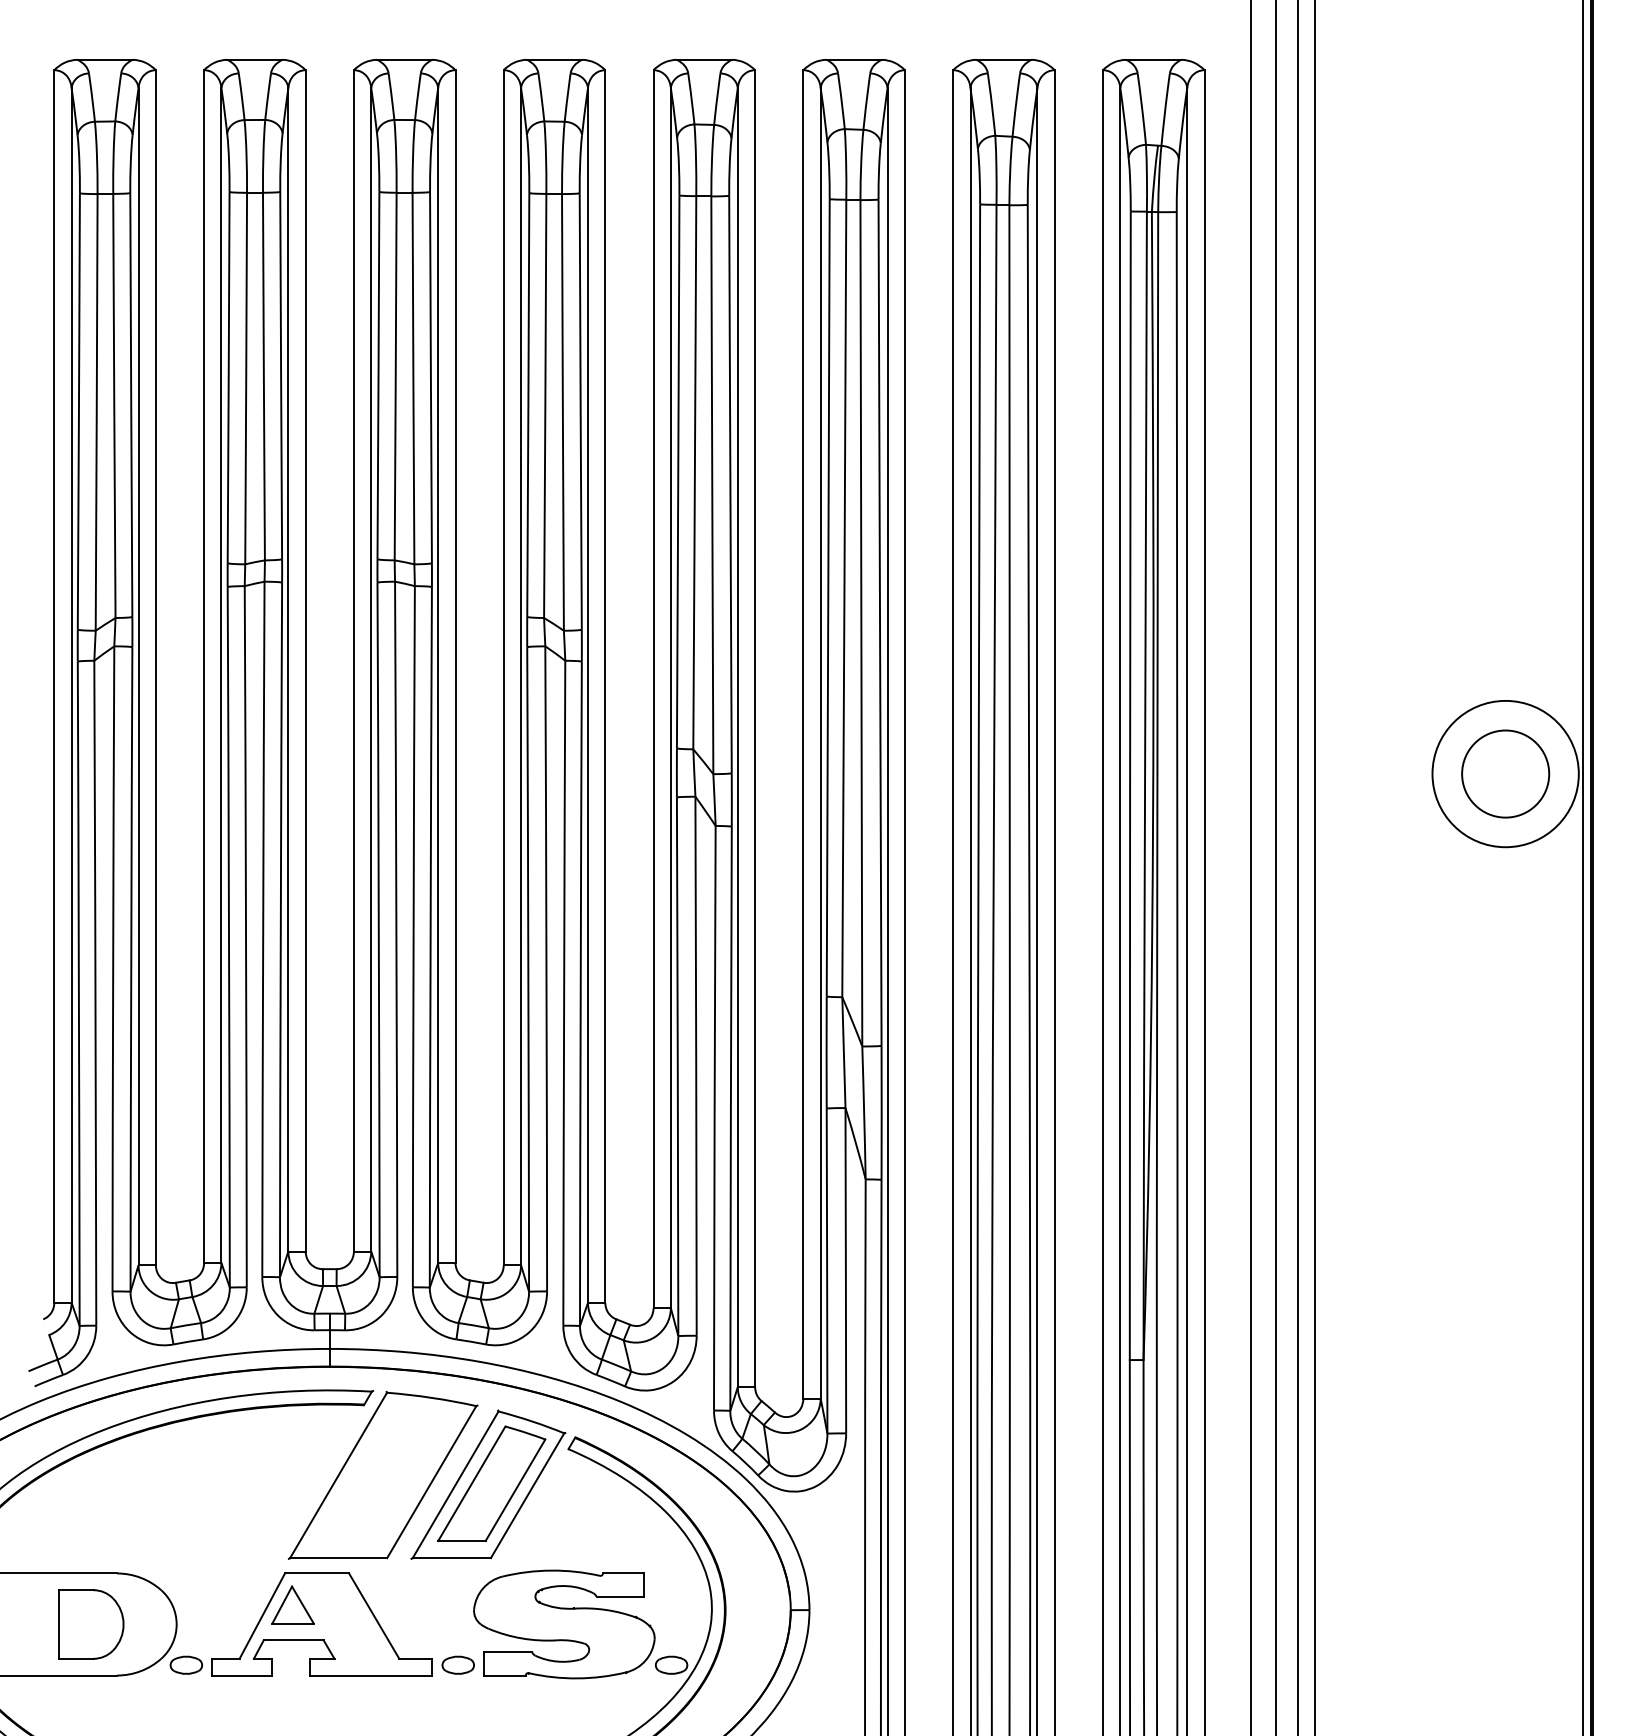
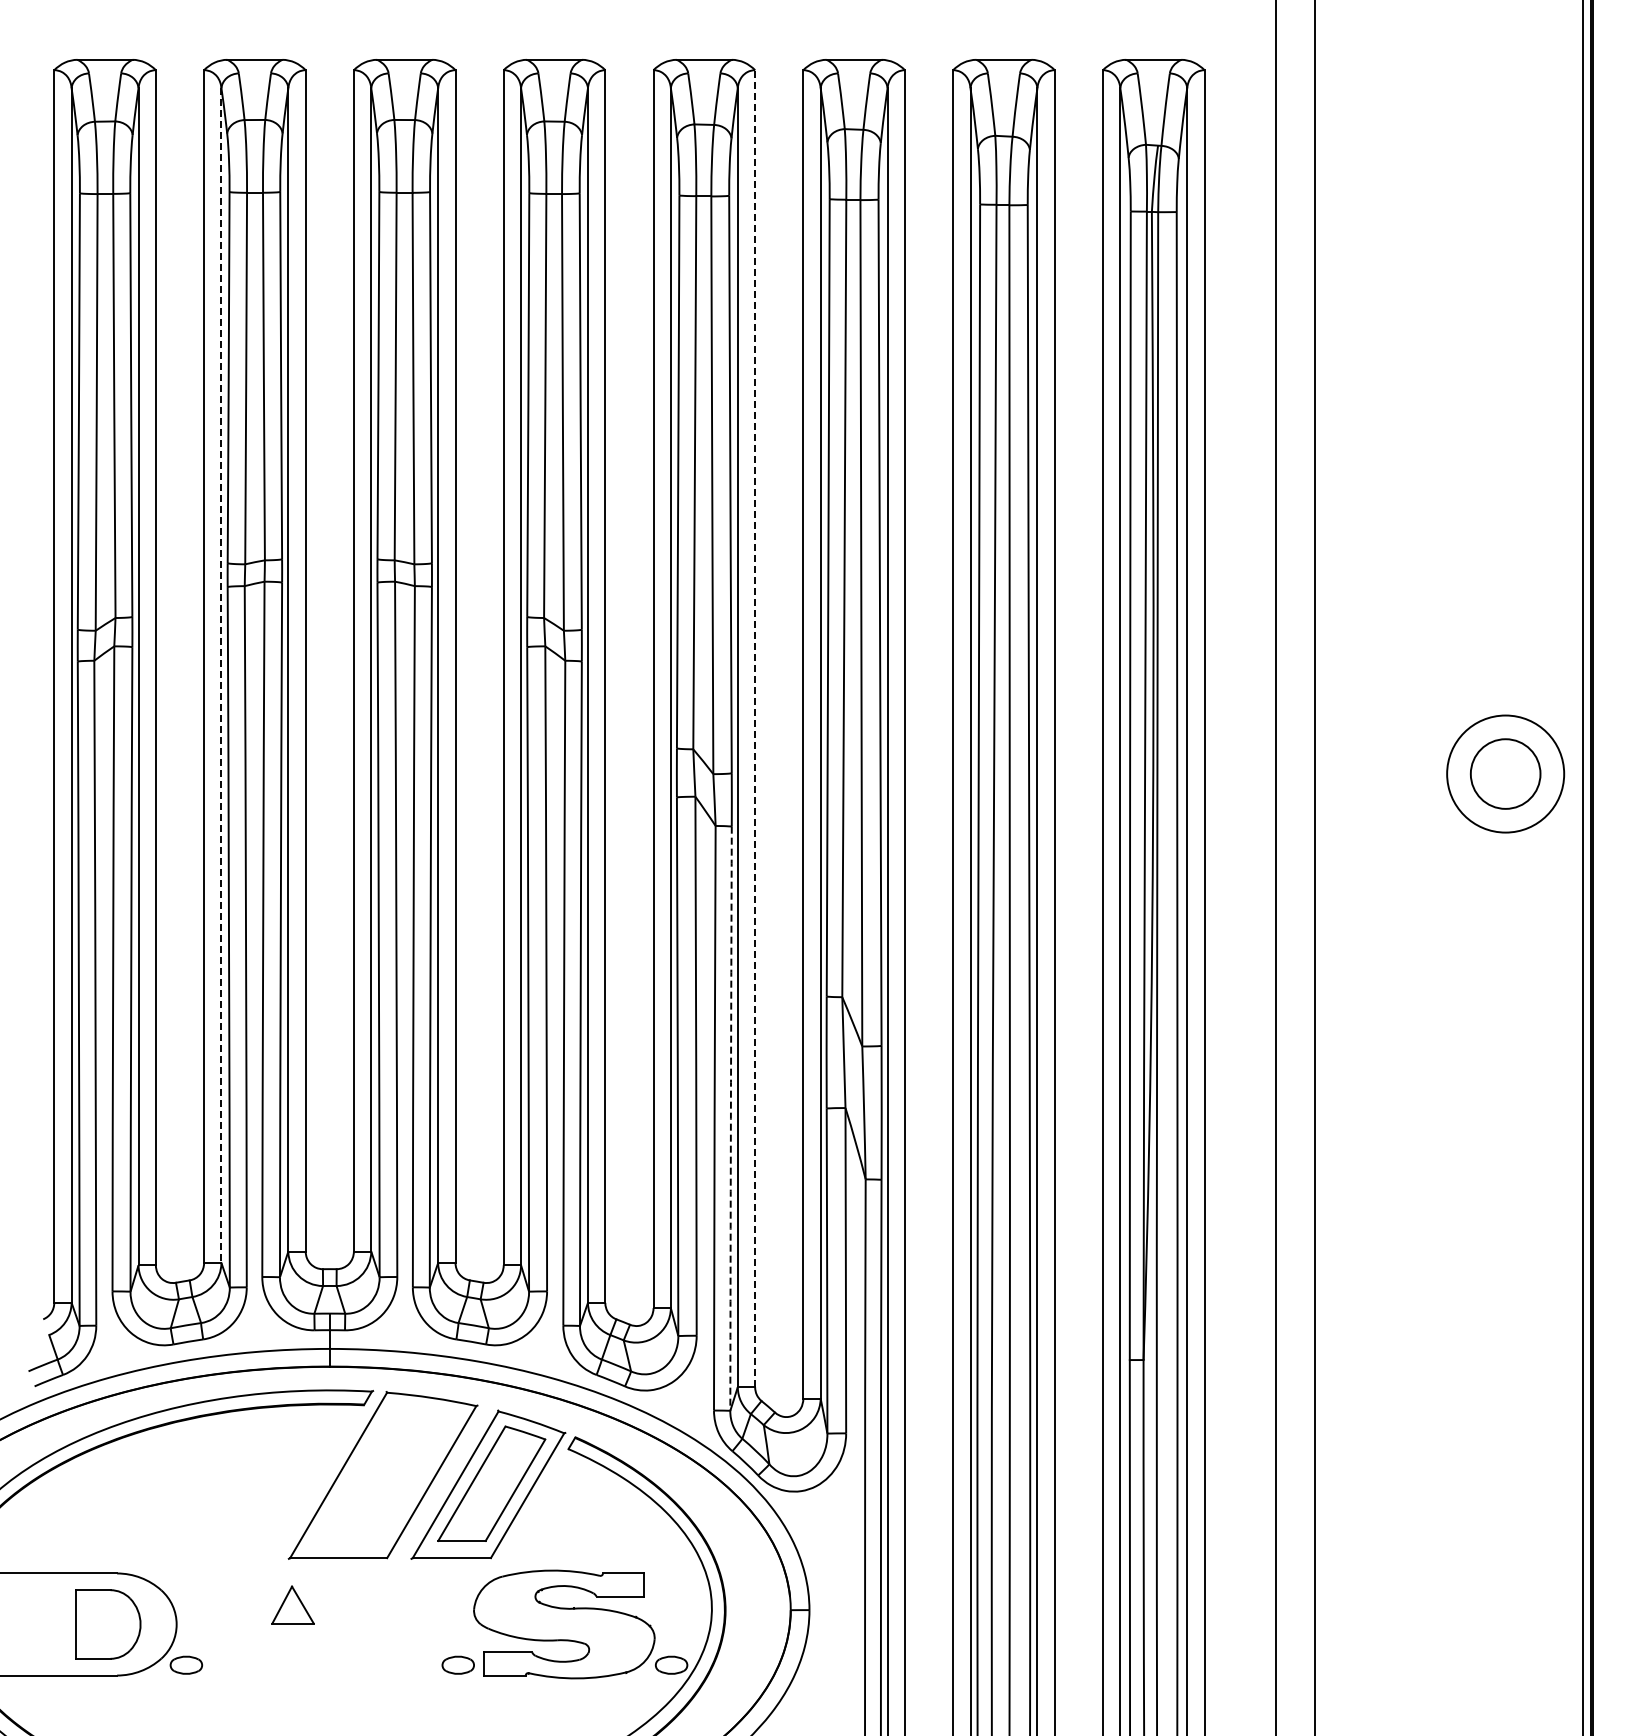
line at (221, 676): solid -> dashed
line at (755, 728): solid -> dashed
circle at (1505, 773) diameter: 146 px -> 117 px
circle at (1505, 773) diameter: 87 px -> 70 px
line at (1250, 867): present -> none
line at (1297, 867): present -> none
arc at (730, 1118): solid -> dashed
part at (91, 1624) position: (91, 1624) -> (108, 1624)
part at (321, 1624): present -> none
